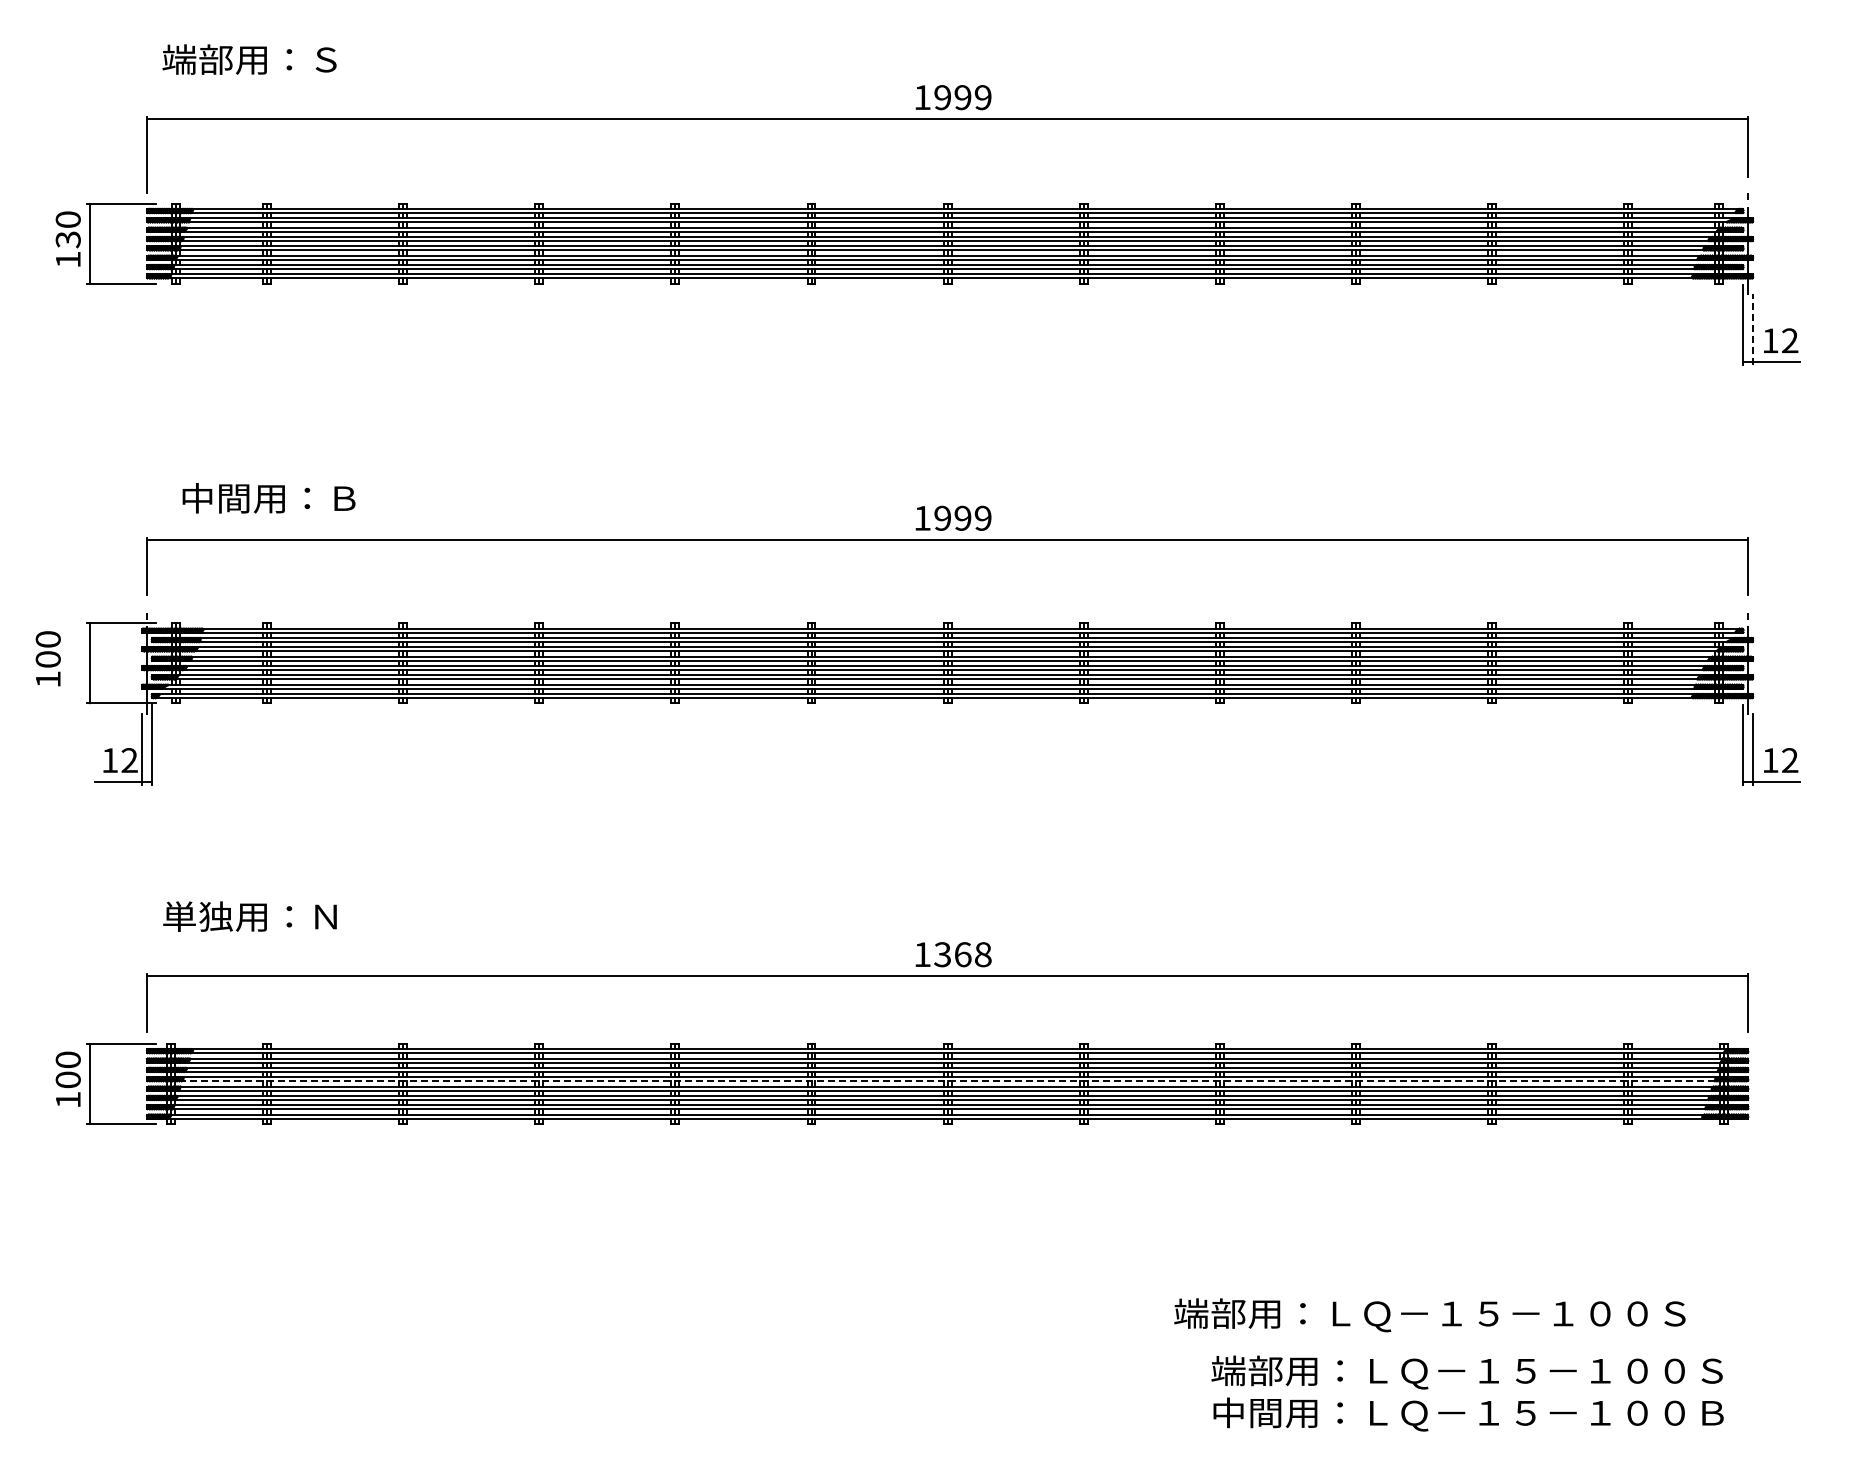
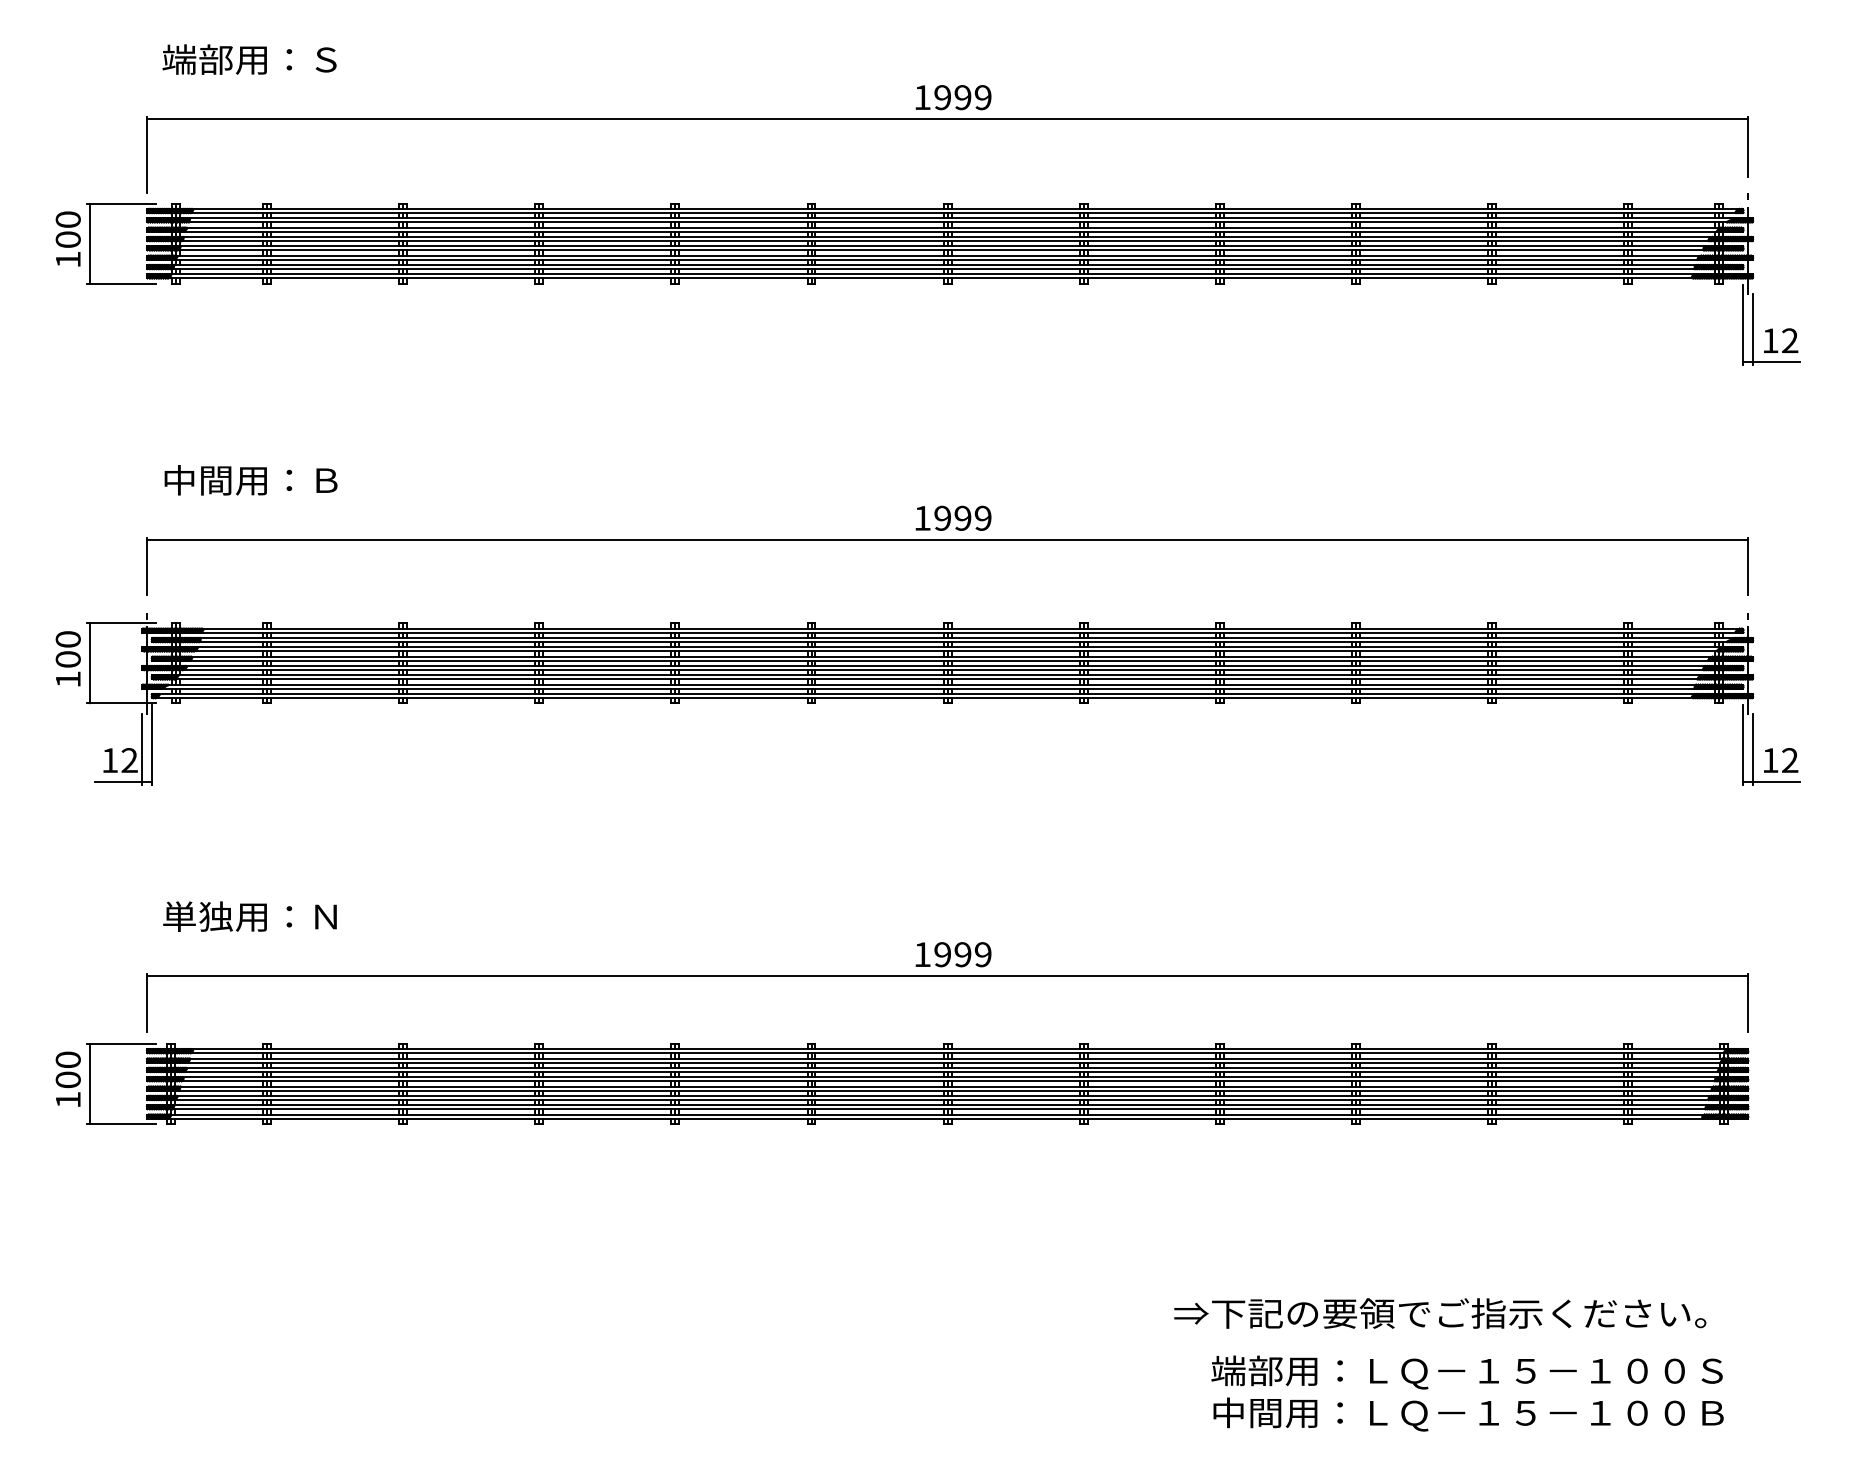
text at (67, 239): 130 -> 100
line at (1752, 329): dashed -> solid
text at (268, 498) position: (268, 498) -> (250, 480)
text at (47, 658) position: (47, 658) -> (67, 658)
text at (962, 954): 1368 -> 1999
line at (947, 1081): dashed -> solid
text at (1440, 1315): 端部用：ＬＱ－１５－１００Ｓ -> ⇒下記の要領でご指示ください。
